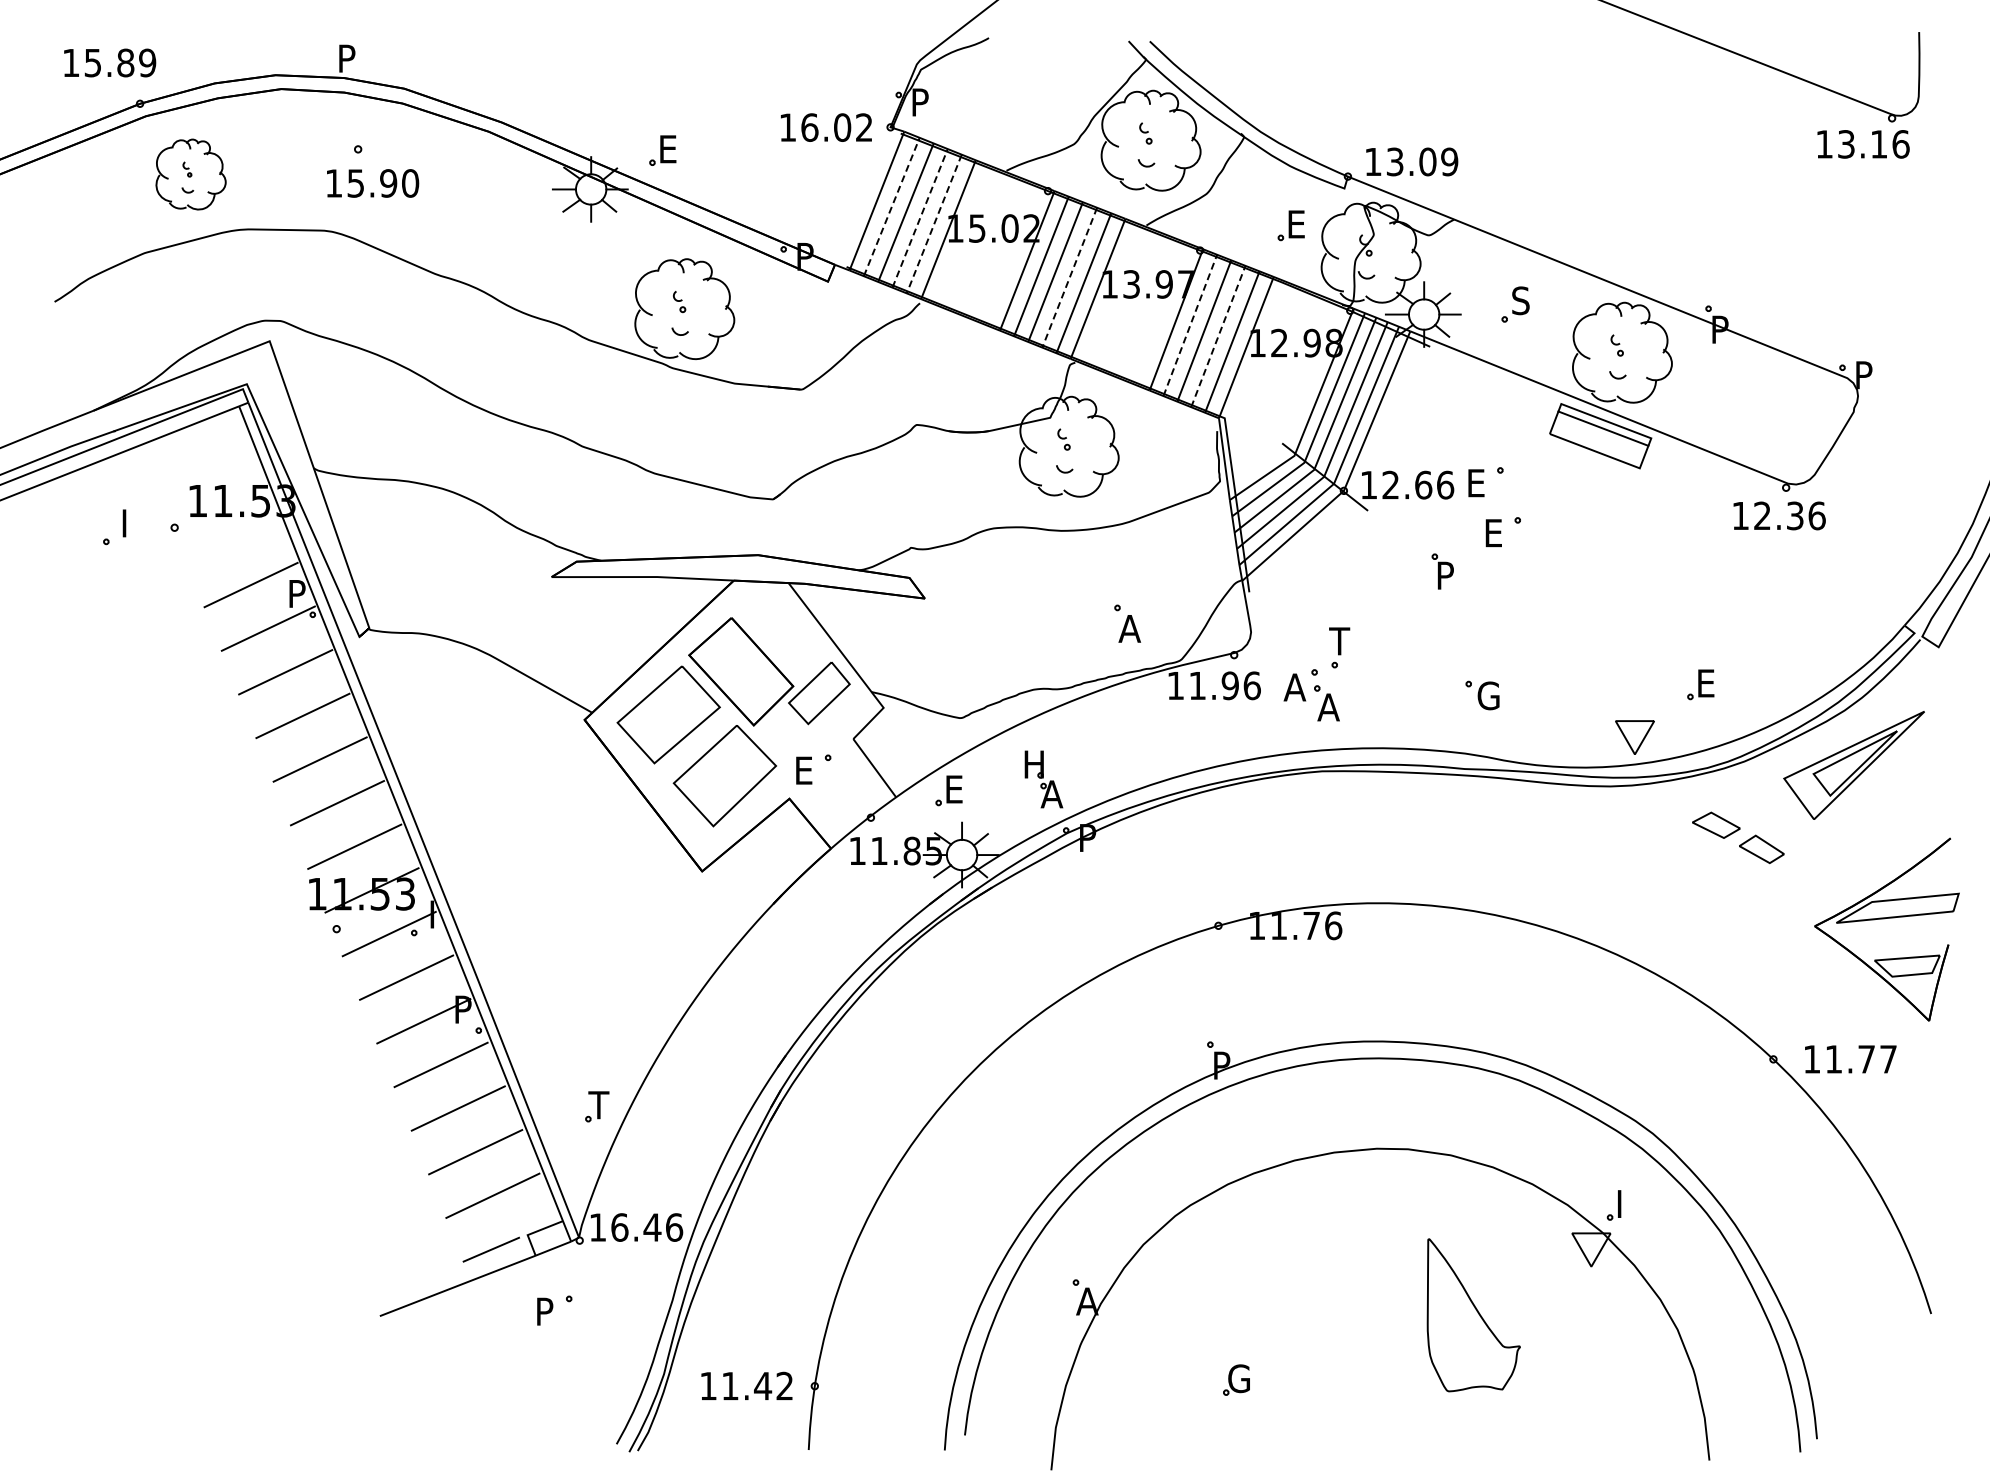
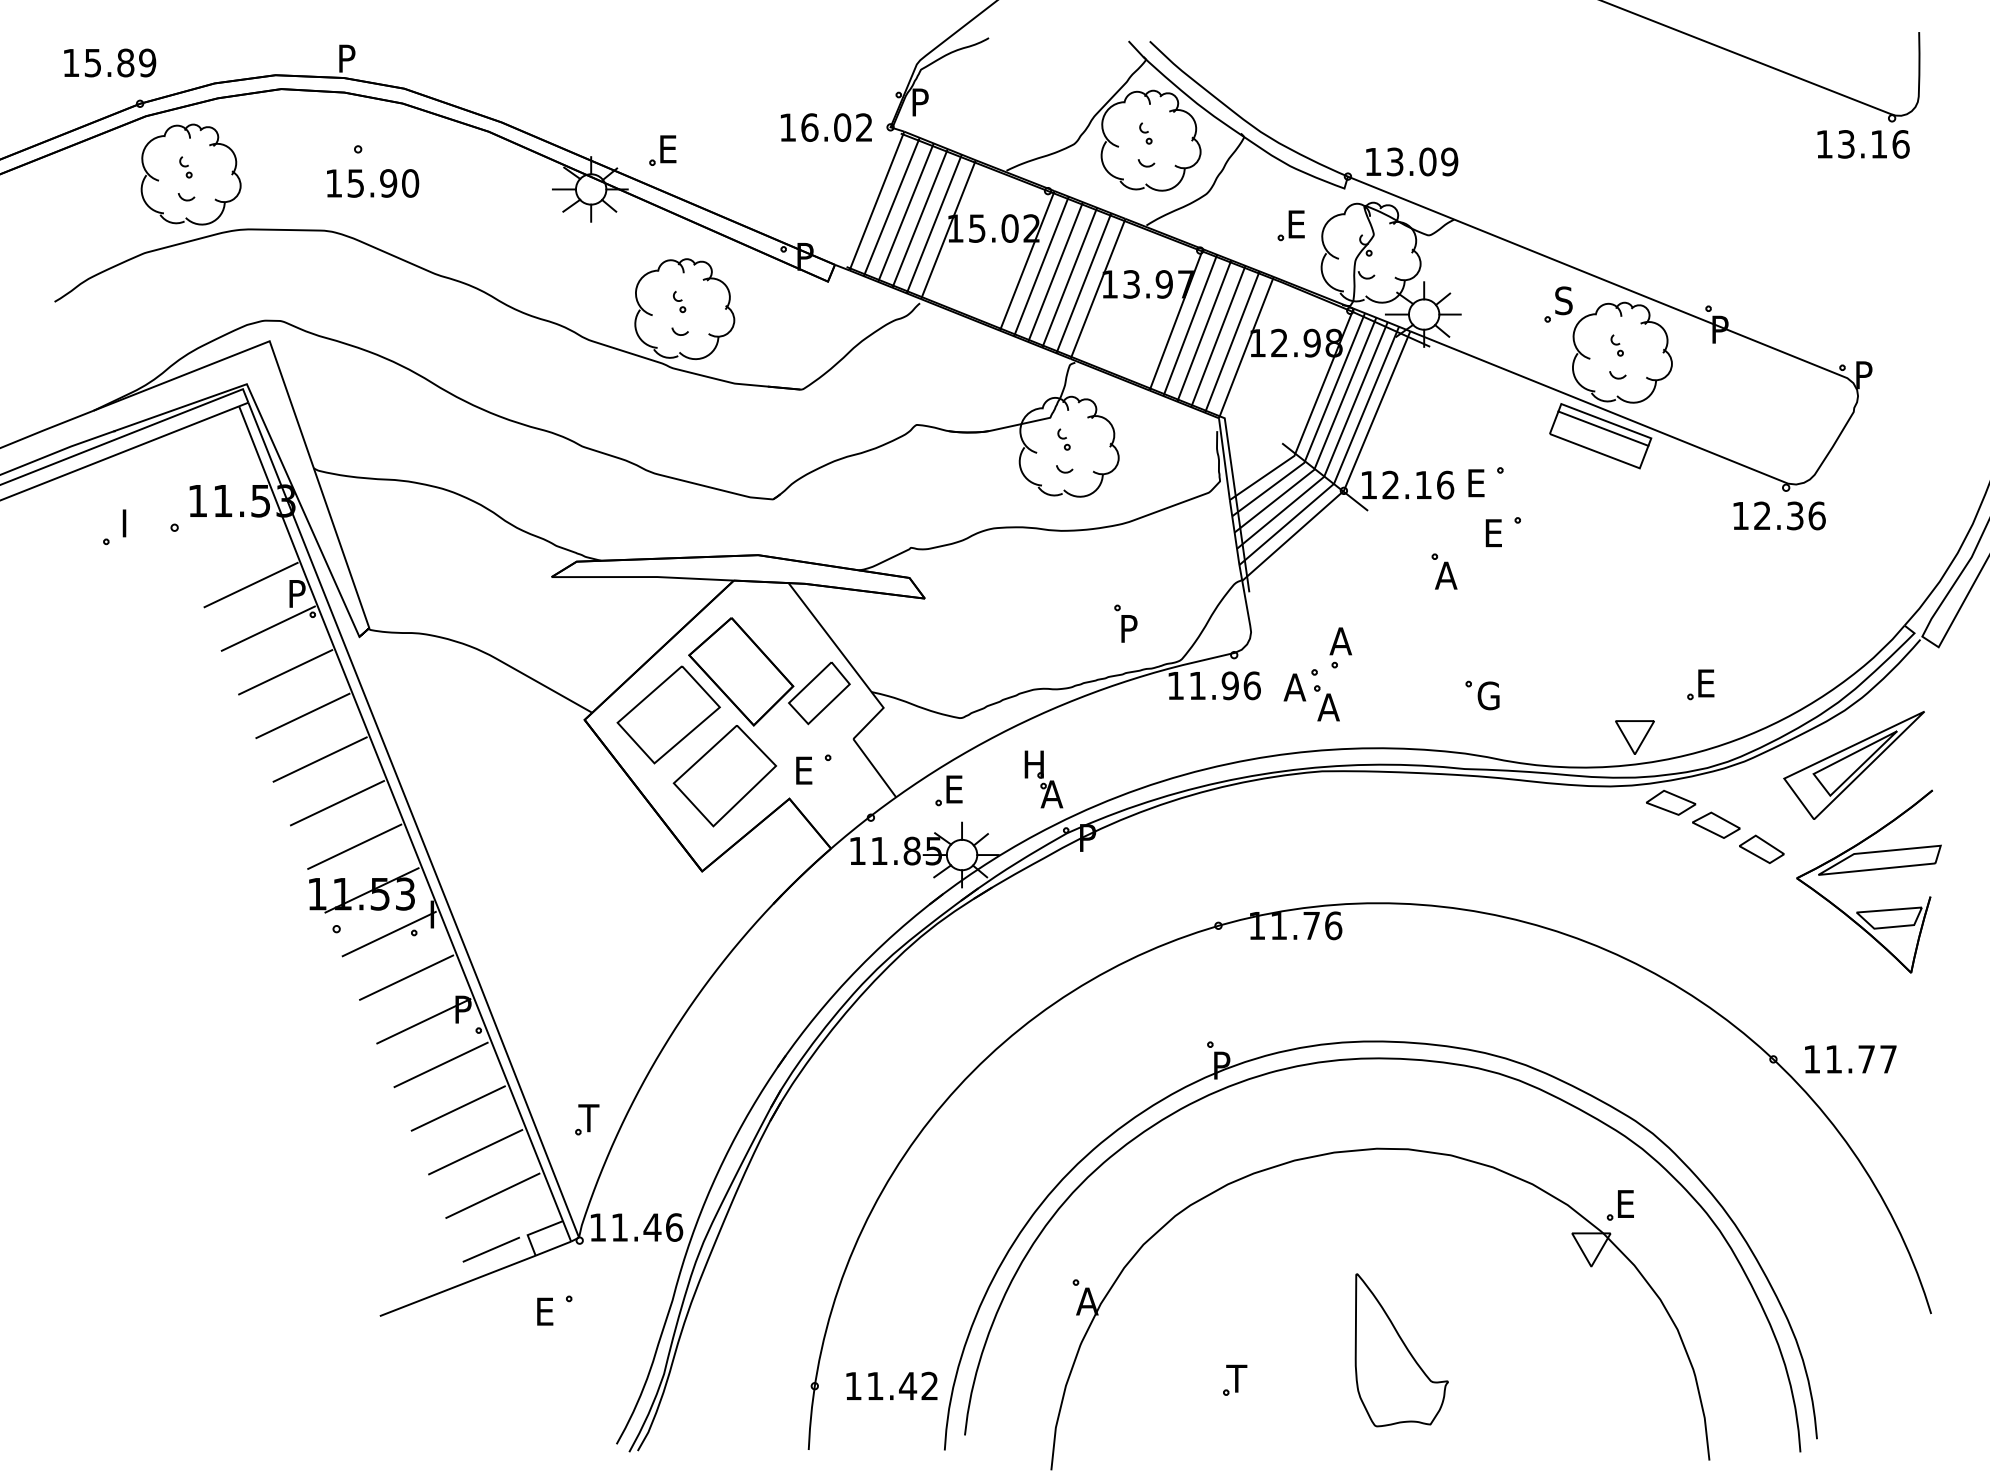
part at (190, 174) size: 72x73 px -> 102x103 px
line at (891, 206): dashed -> solid
line at (920, 217): dashed -> solid
line at (934, 224): dashed -> solid
line at (1069, 278): dashed -> solid
part at (1515, 304) position: (1515, 304) -> (1558, 304)
line at (1190, 325): dashed -> solid
line at (1218, 336): dashed -> solid
text at (1423, 484): 12.66 -> 12.16
text at (1446, 575): P -> A
text at (1129, 628): A -> P
text at (1340, 641): T -> A
part at (1671, 802): none -> present
part at (1884, 919) position: (1884, 919) -> (1866, 871)
part at (597, 1106) position: (597, 1106) -> (587, 1119)
text at (1627, 1203): I -> E
text at (619, 1227): 16.46 -> 11.46
text at (546, 1311): P -> E
part at (1473, 1315) position: (1473, 1315) -> (1401, 1350)
text at (1237, 1378): G -> T
text at (746, 1385) position: (746, 1385) -> (891, 1385)
